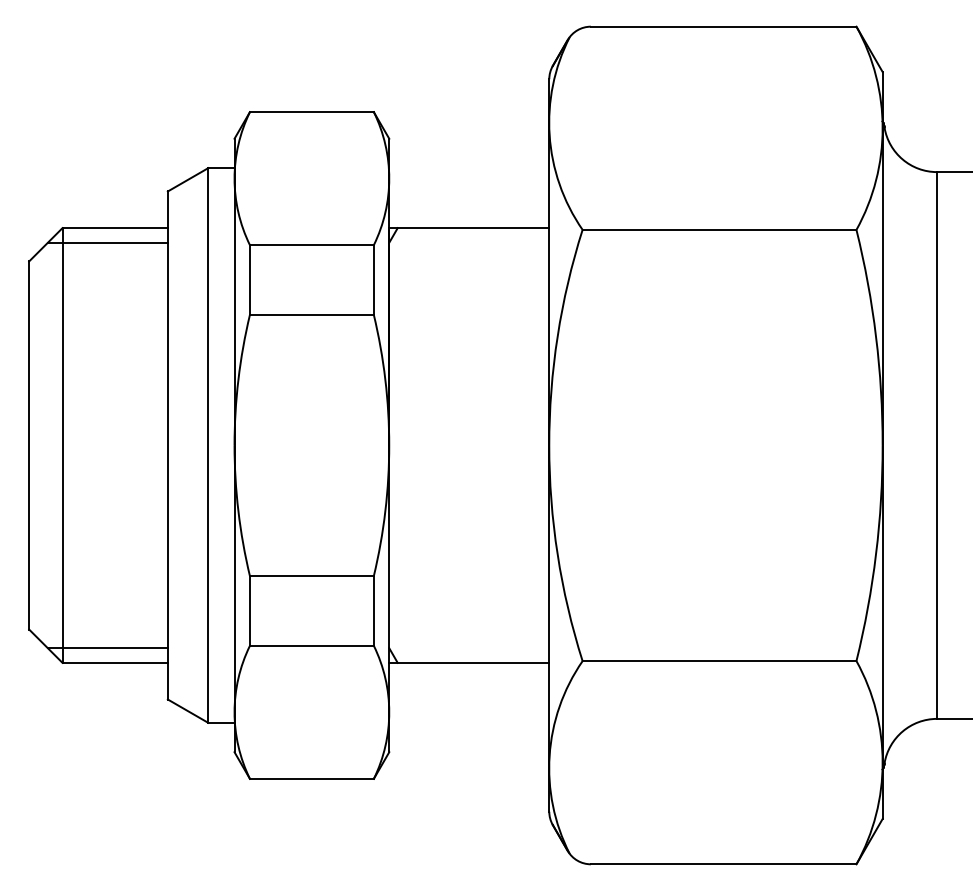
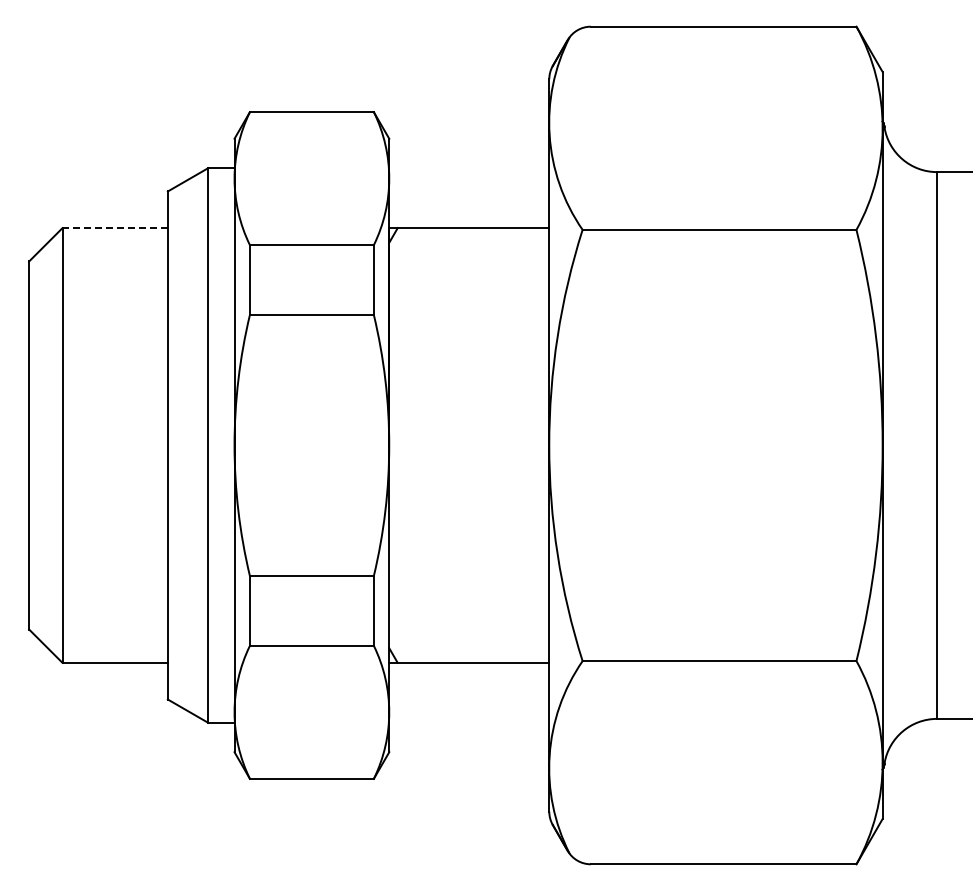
line at (115, 228): solid -> dashed
line at (107, 242): present -> none
line at (107, 648): present -> none
